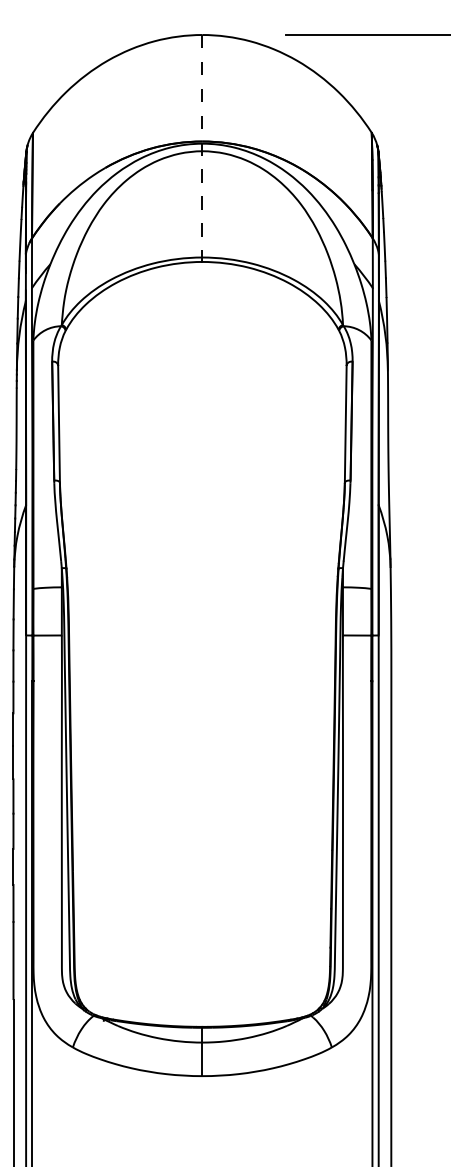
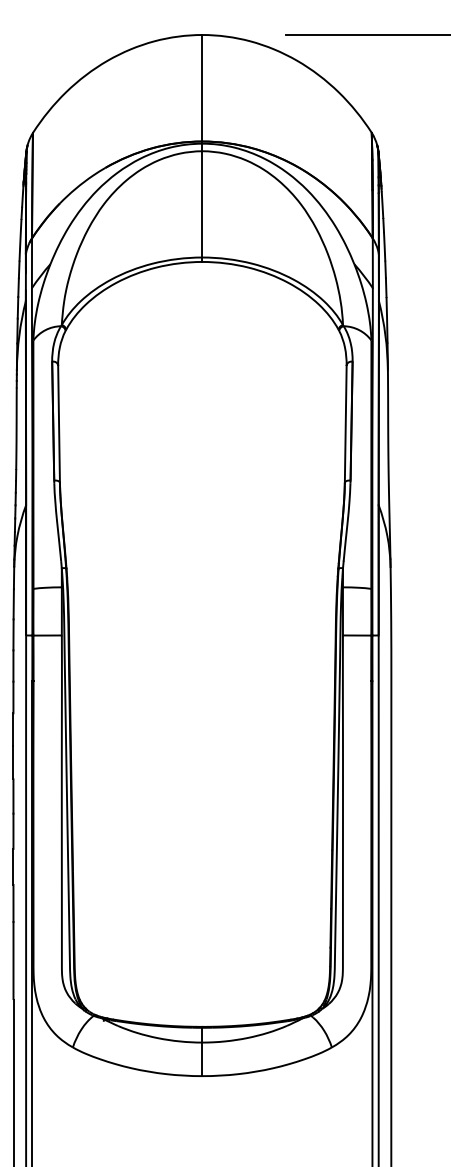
line at (202, 146): dashed -> solid
